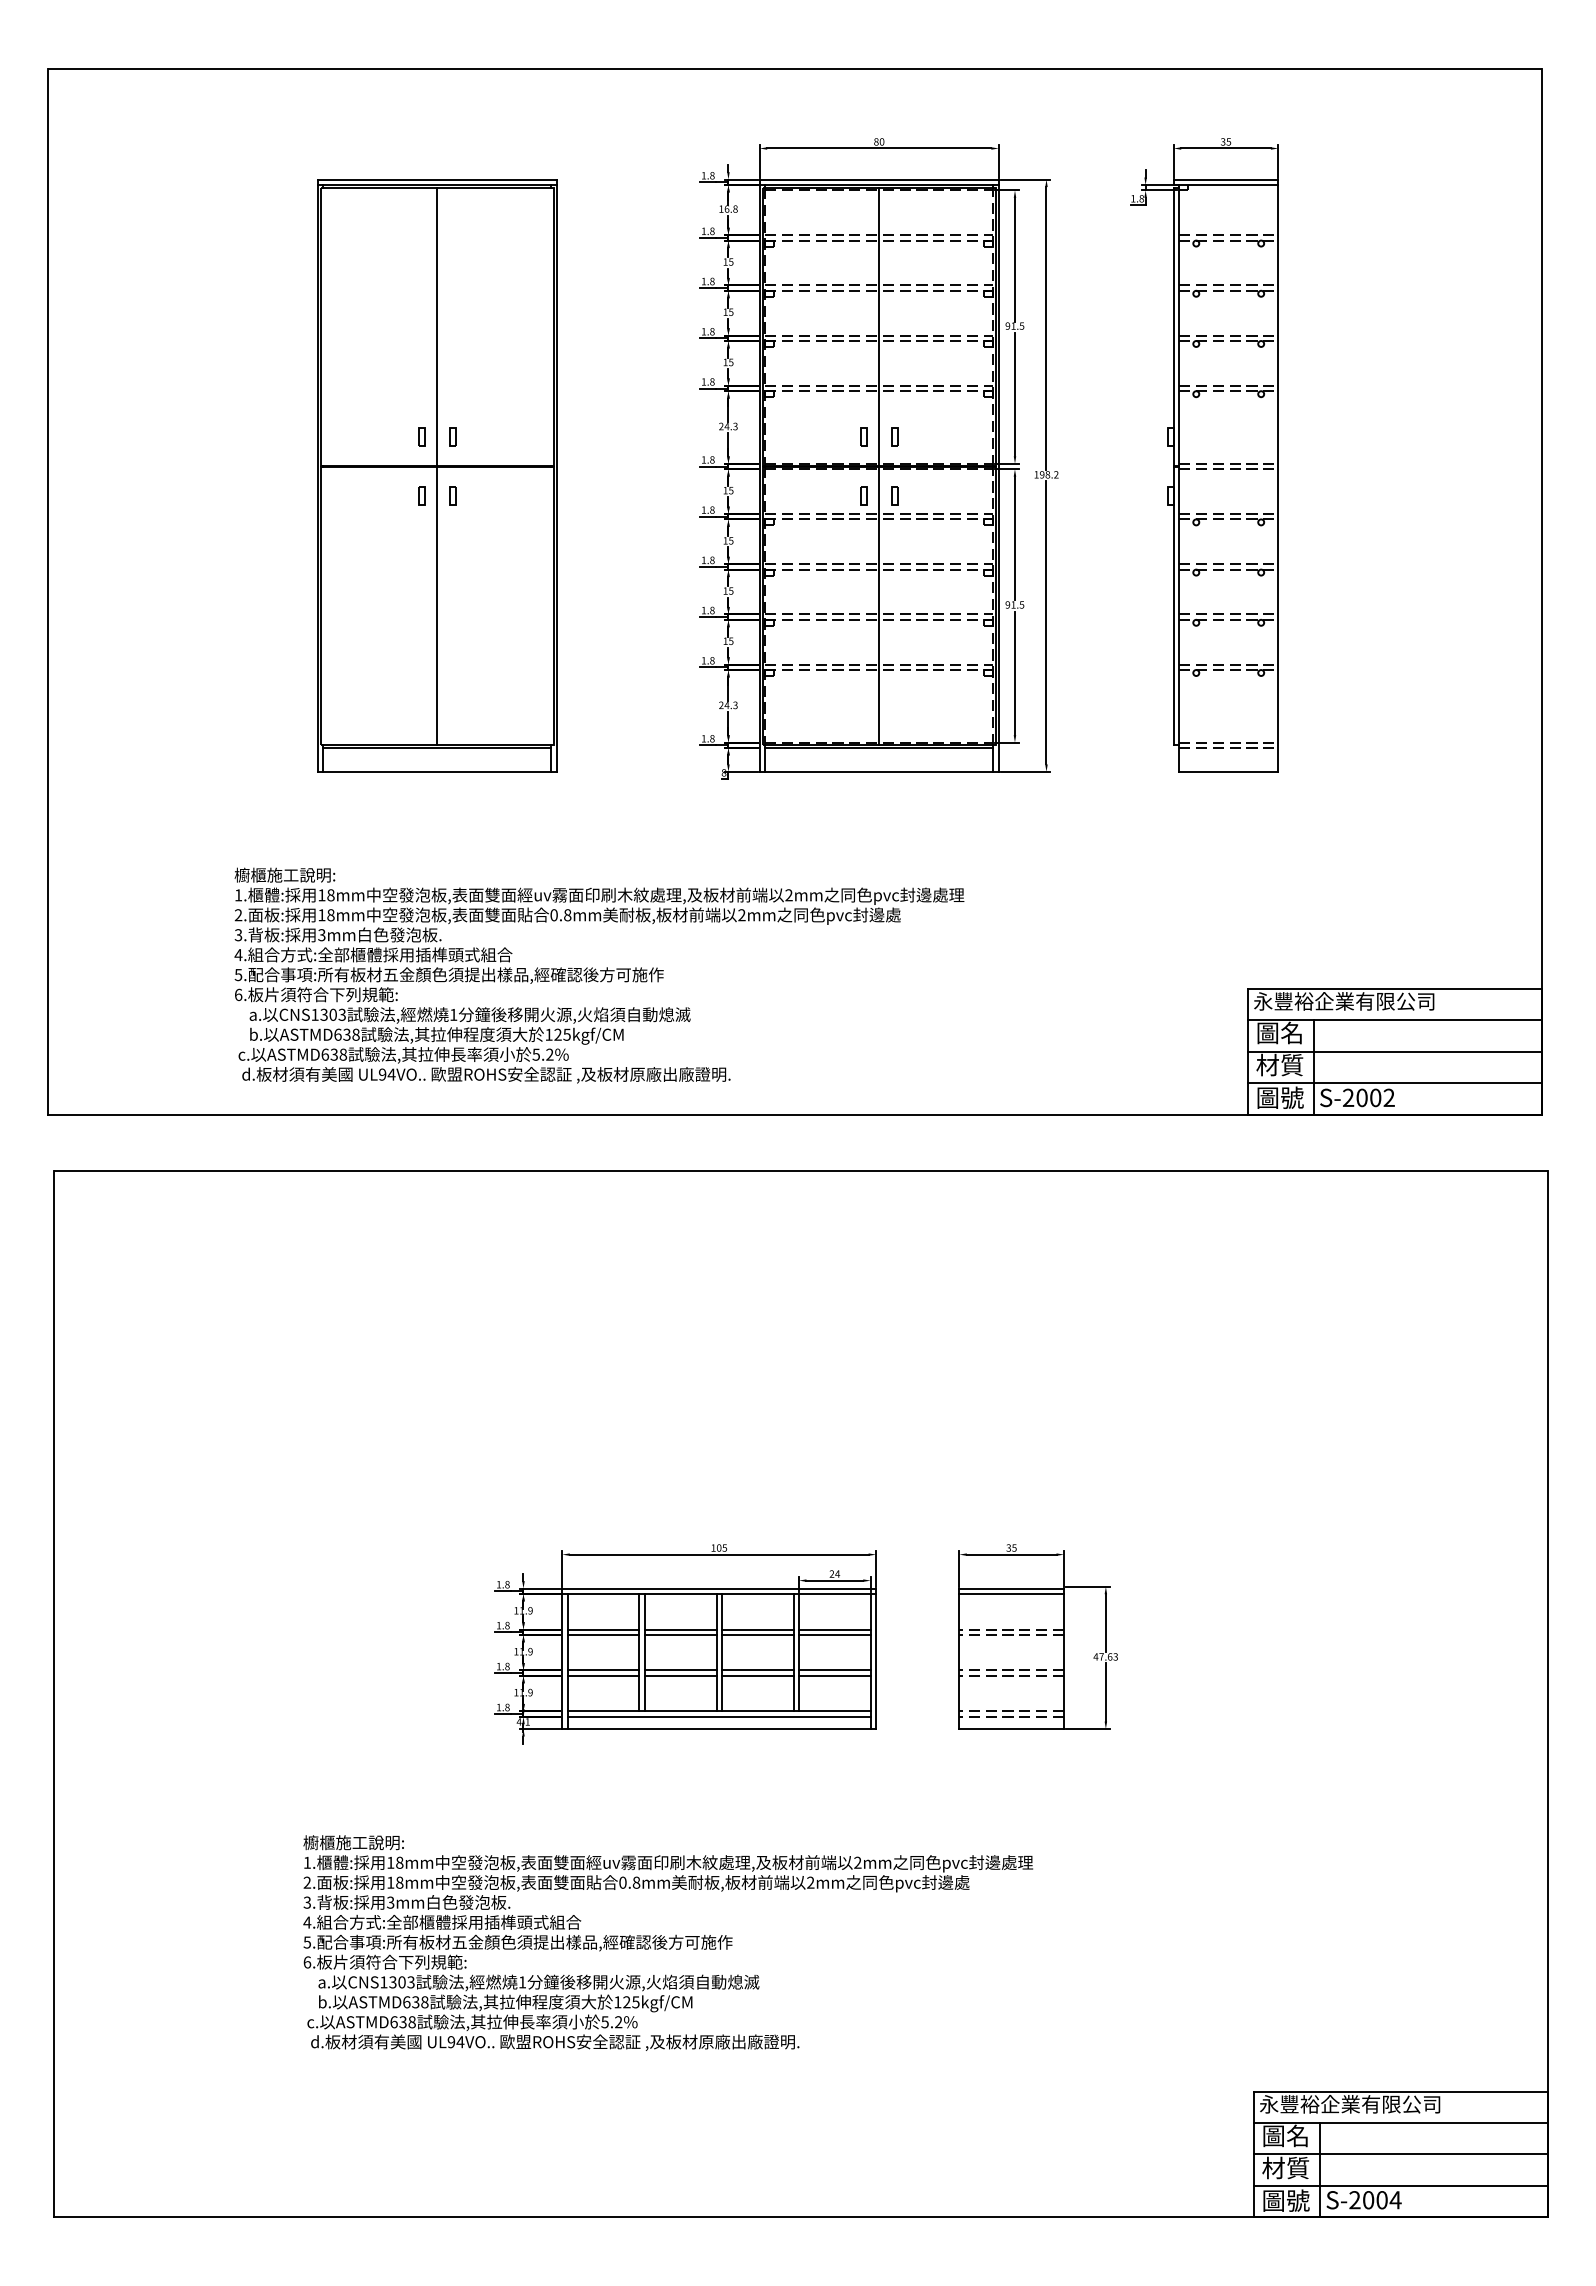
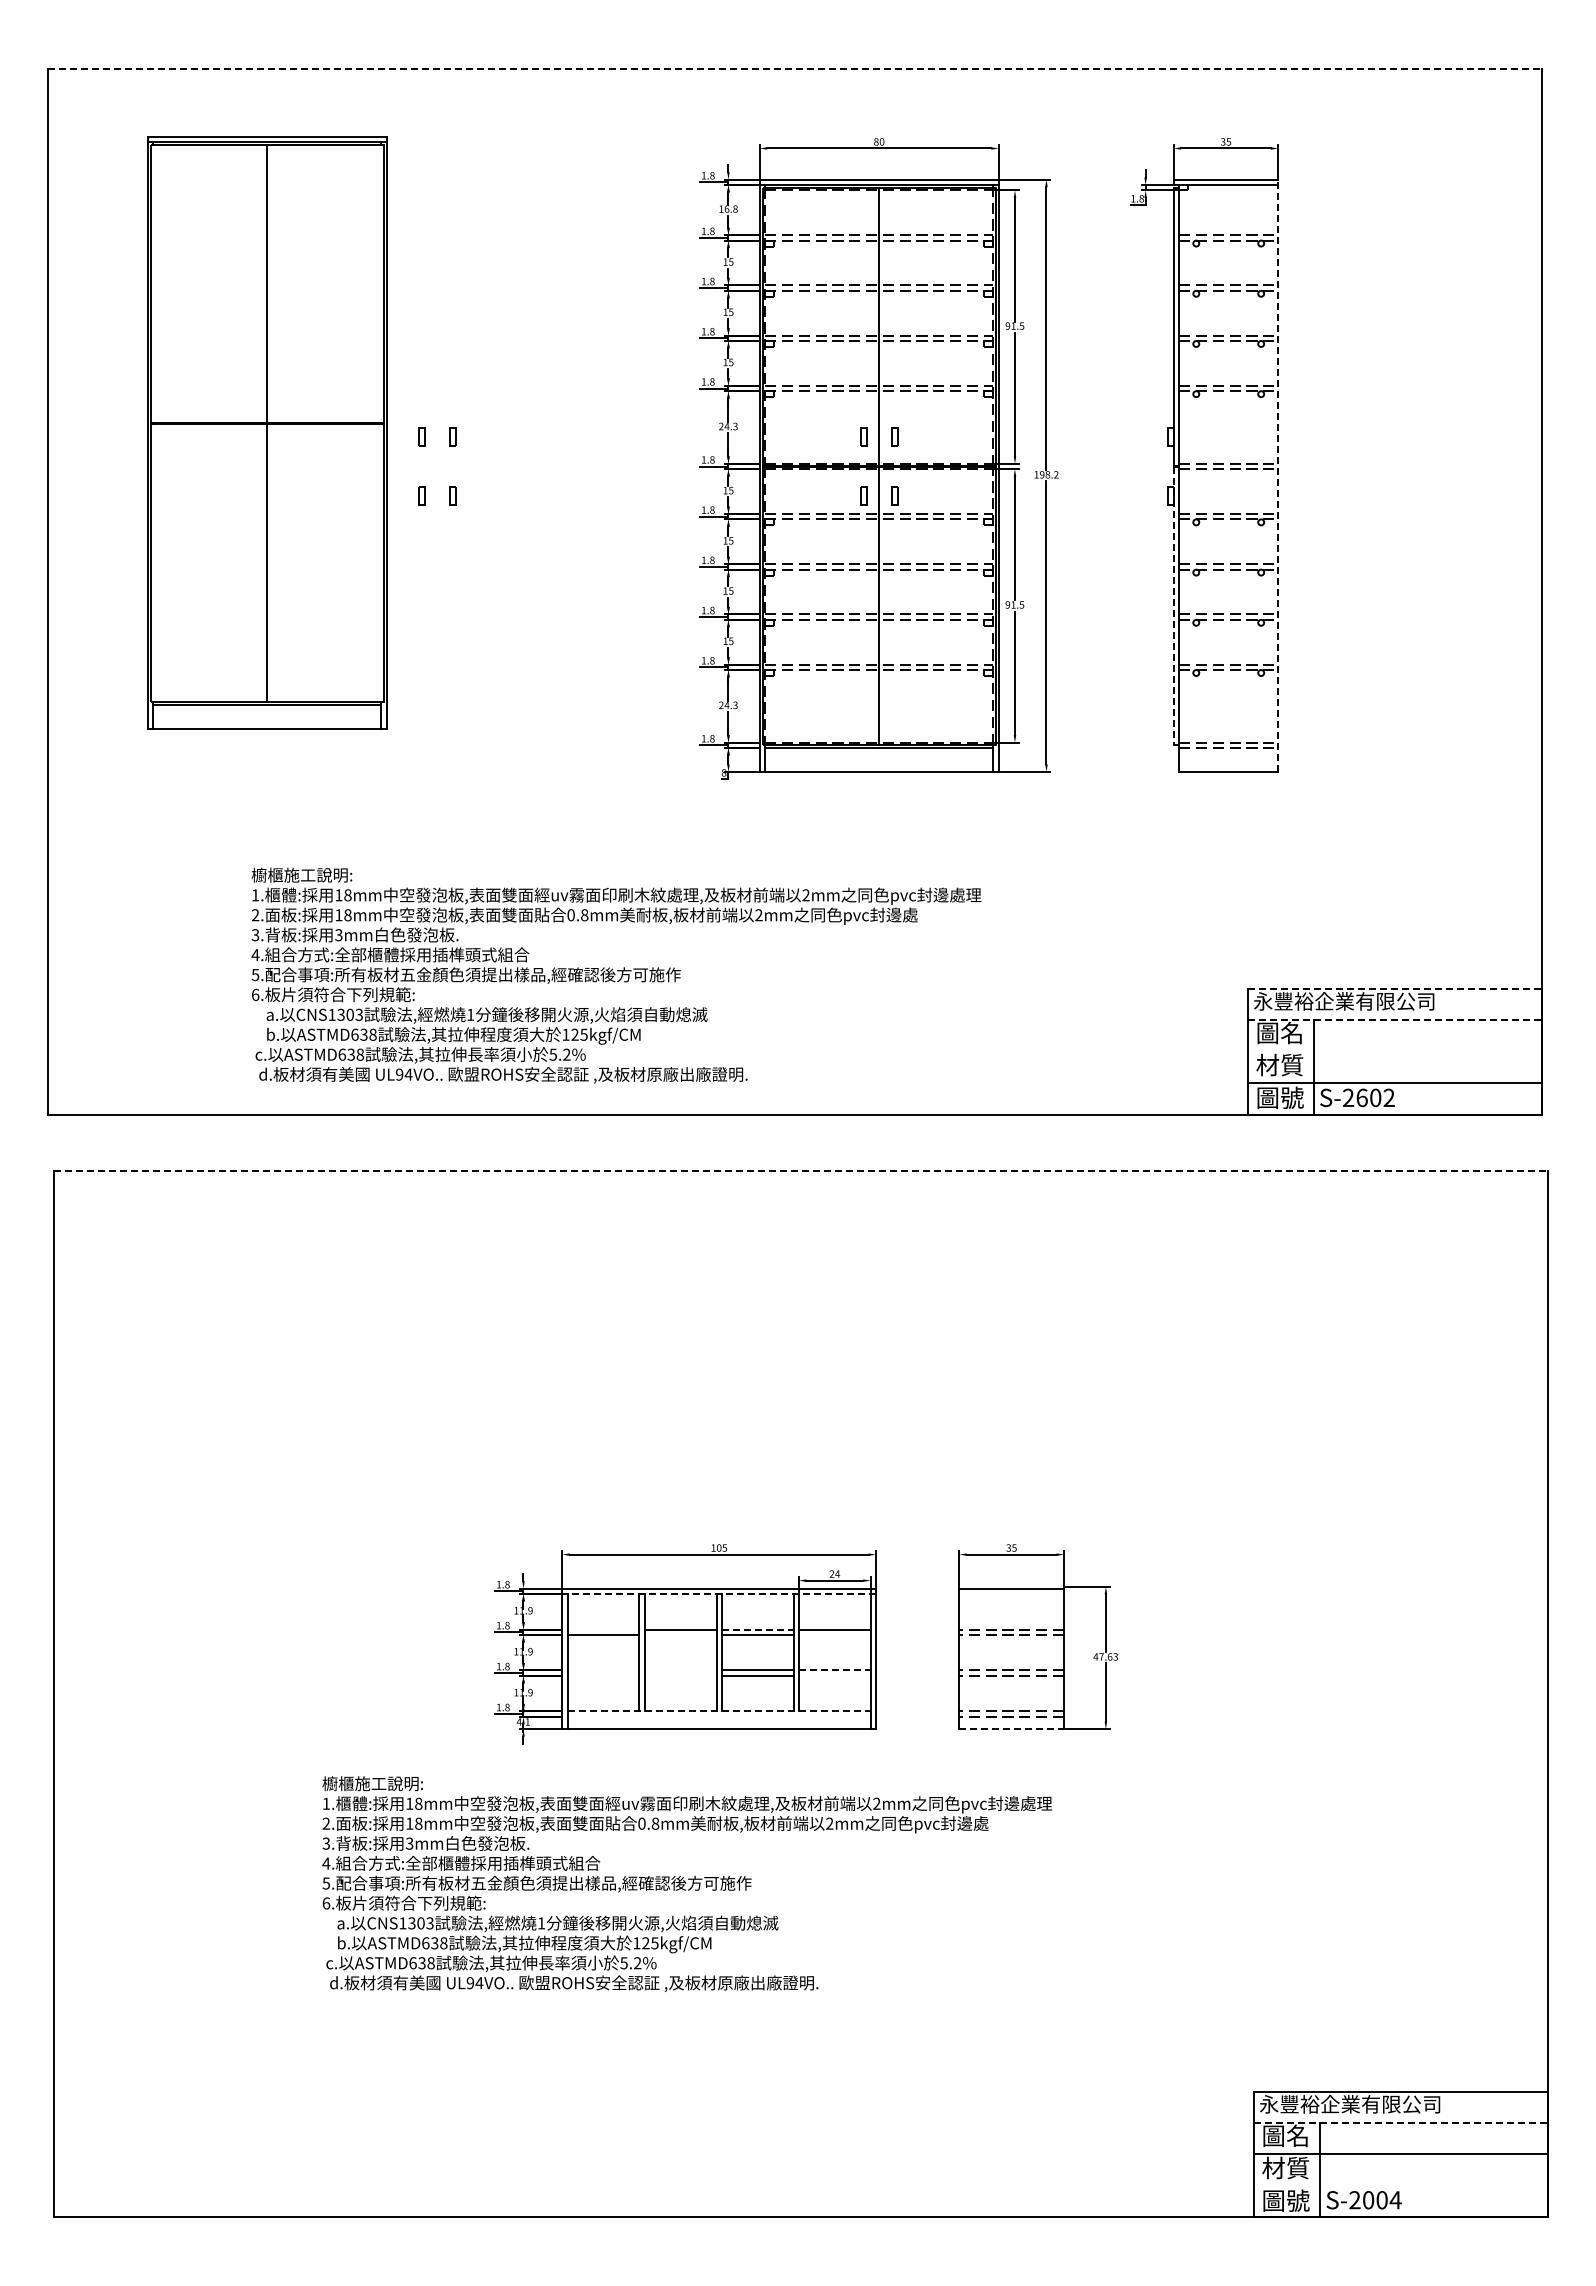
line at (795, 68): solid -> dashed
part at (437, 475) position: (437, 475) -> (267, 432)
line at (1278, 475): solid -> dashed
line at (1173, 605): solid -> dashed
text at (599, 975) position: (599, 975) -> (616, 975)
line at (1395, 988): solid -> dashed
line at (1395, 1020): solid -> dashed
line at (1395, 1051): present -> none
text at (1361, 1097): S-2002 -> S-2602
line at (801, 1171): solid -> dashed
line at (719, 1593): solid -> dashed
line at (1011, 1593): present -> none
line at (603, 1629): present -> none
line at (757, 1629): solid -> dashed
line at (680, 1634): present -> none
line at (834, 1634): present -> none
line at (603, 1670): present -> none
line at (680, 1670): present -> none
line at (834, 1670): solid -> dashed
line at (603, 1675): present -> none
line at (680, 1675): present -> none
line at (834, 1675): present -> none
line at (719, 1711): solid -> dashed
line at (718, 1716): present -> none
line at (1012, 1729): solid -> dashed
text at (668, 1942) position: (668, 1942) -> (687, 1883)
line at (1401, 2123): solid -> dashed
line at (1401, 2185): present -> none
